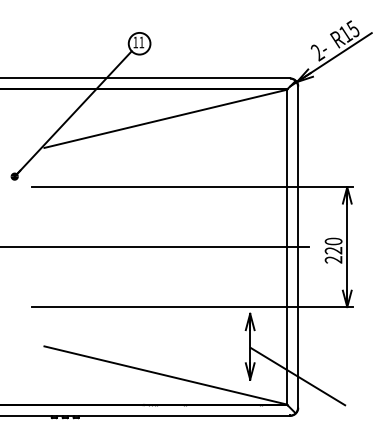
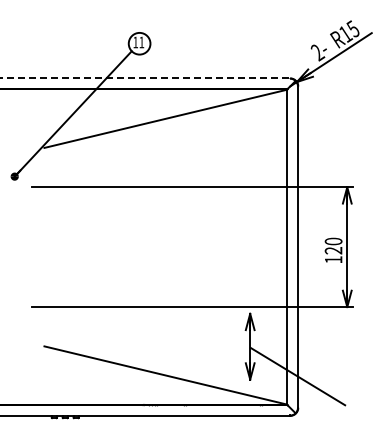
line at (145, 78): solid -> dashed
line at (155, 247): present -> none
text at (333, 259): 220 -> 120
